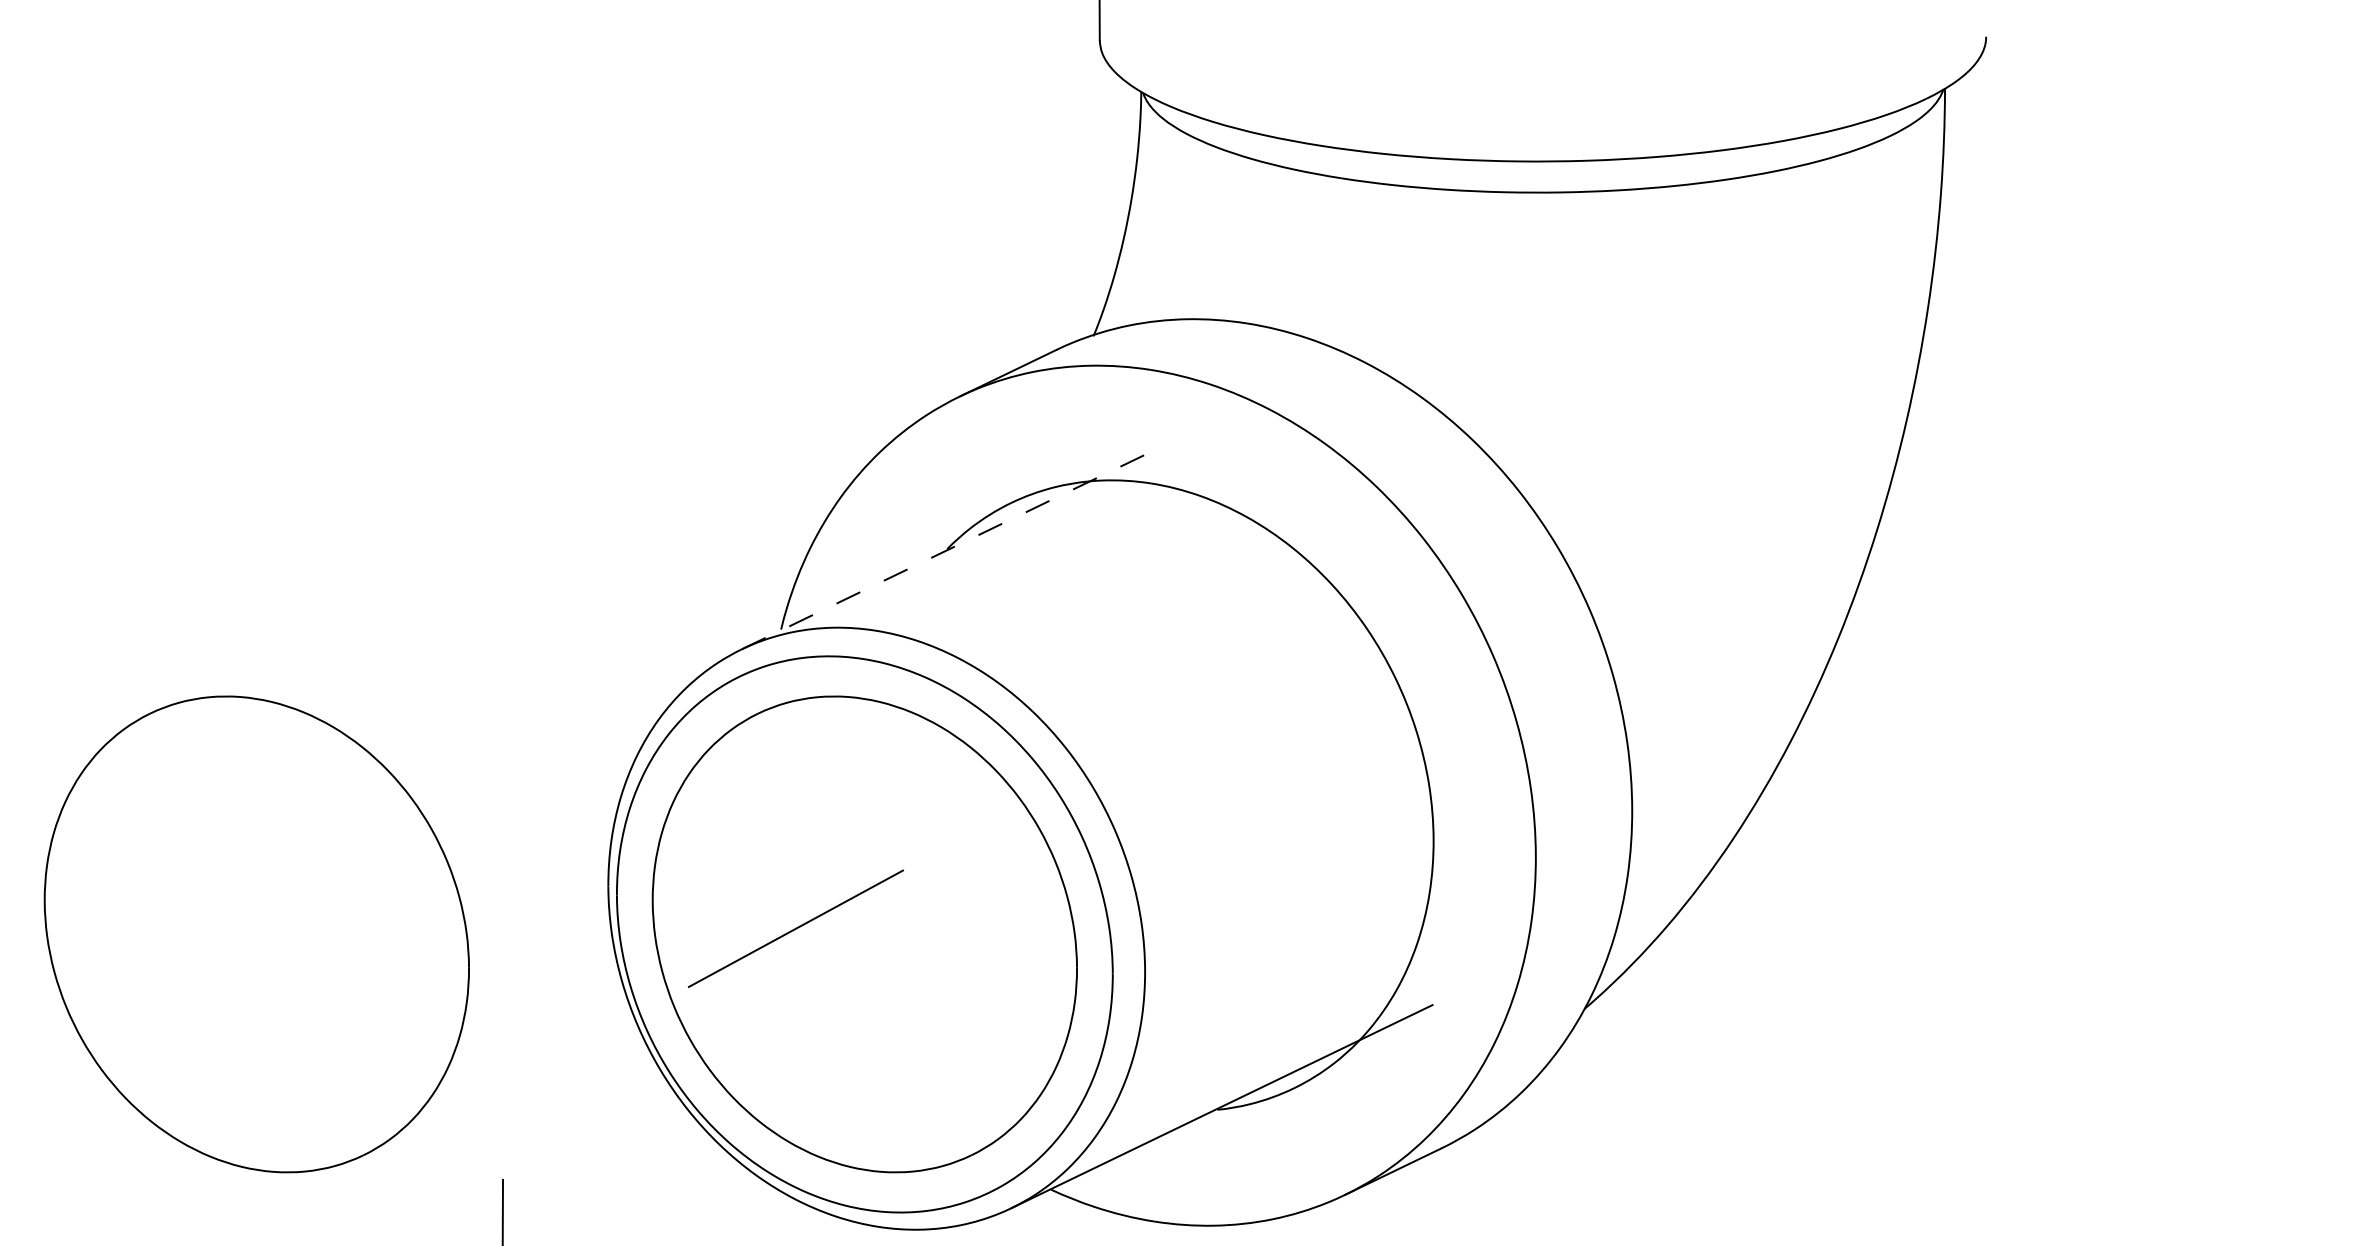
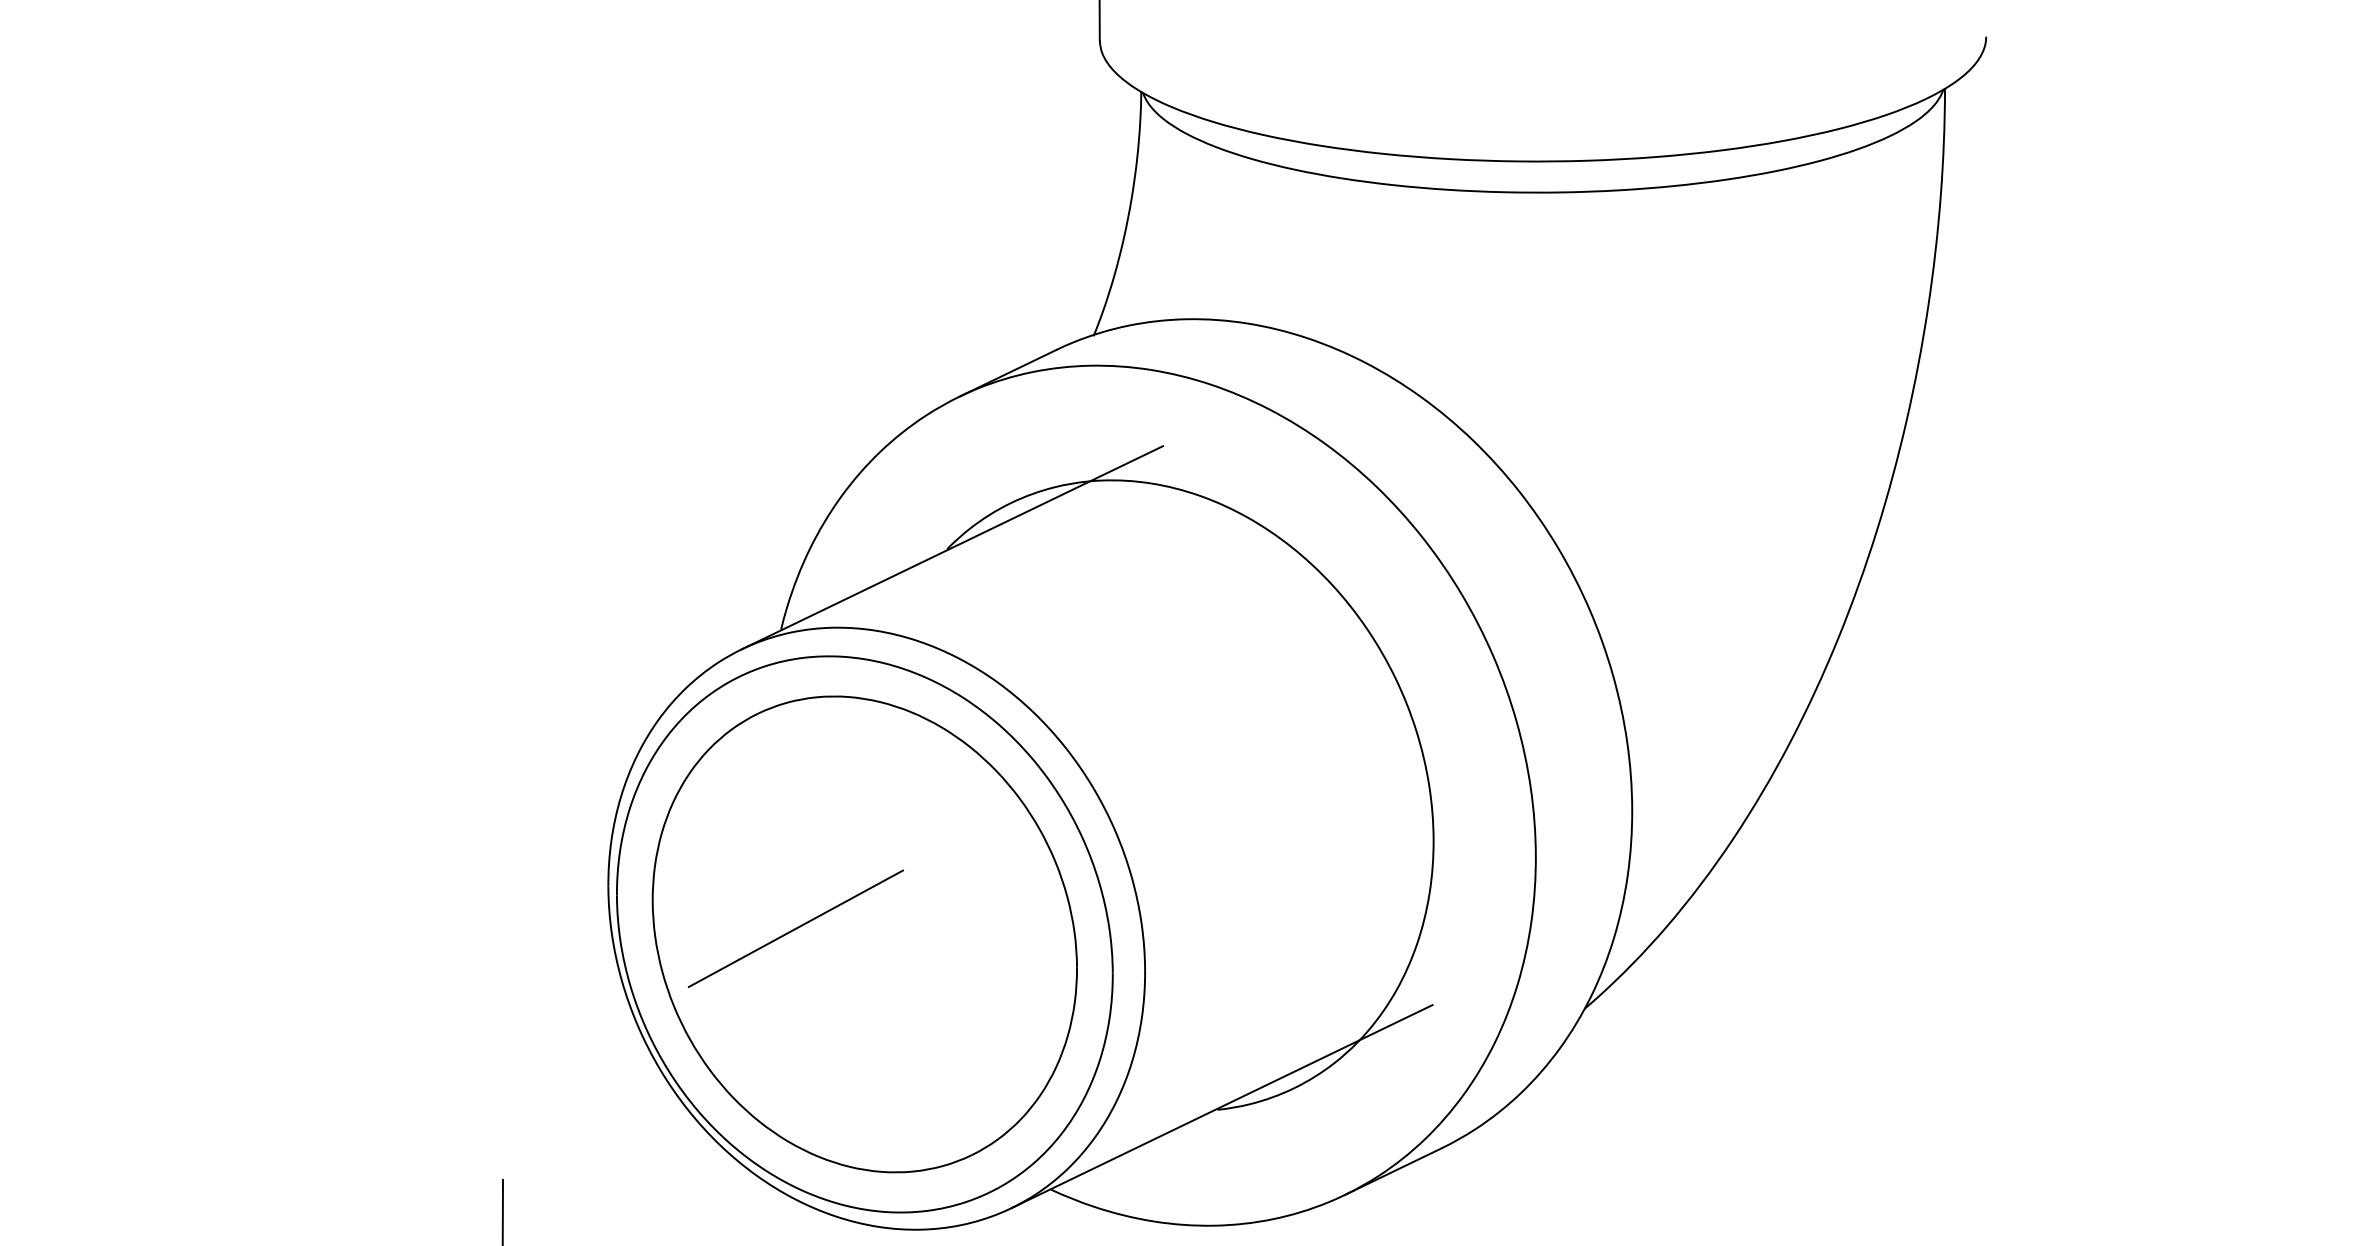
line at (952, 547): dashed -> solid
part at (256, 934): present -> none
